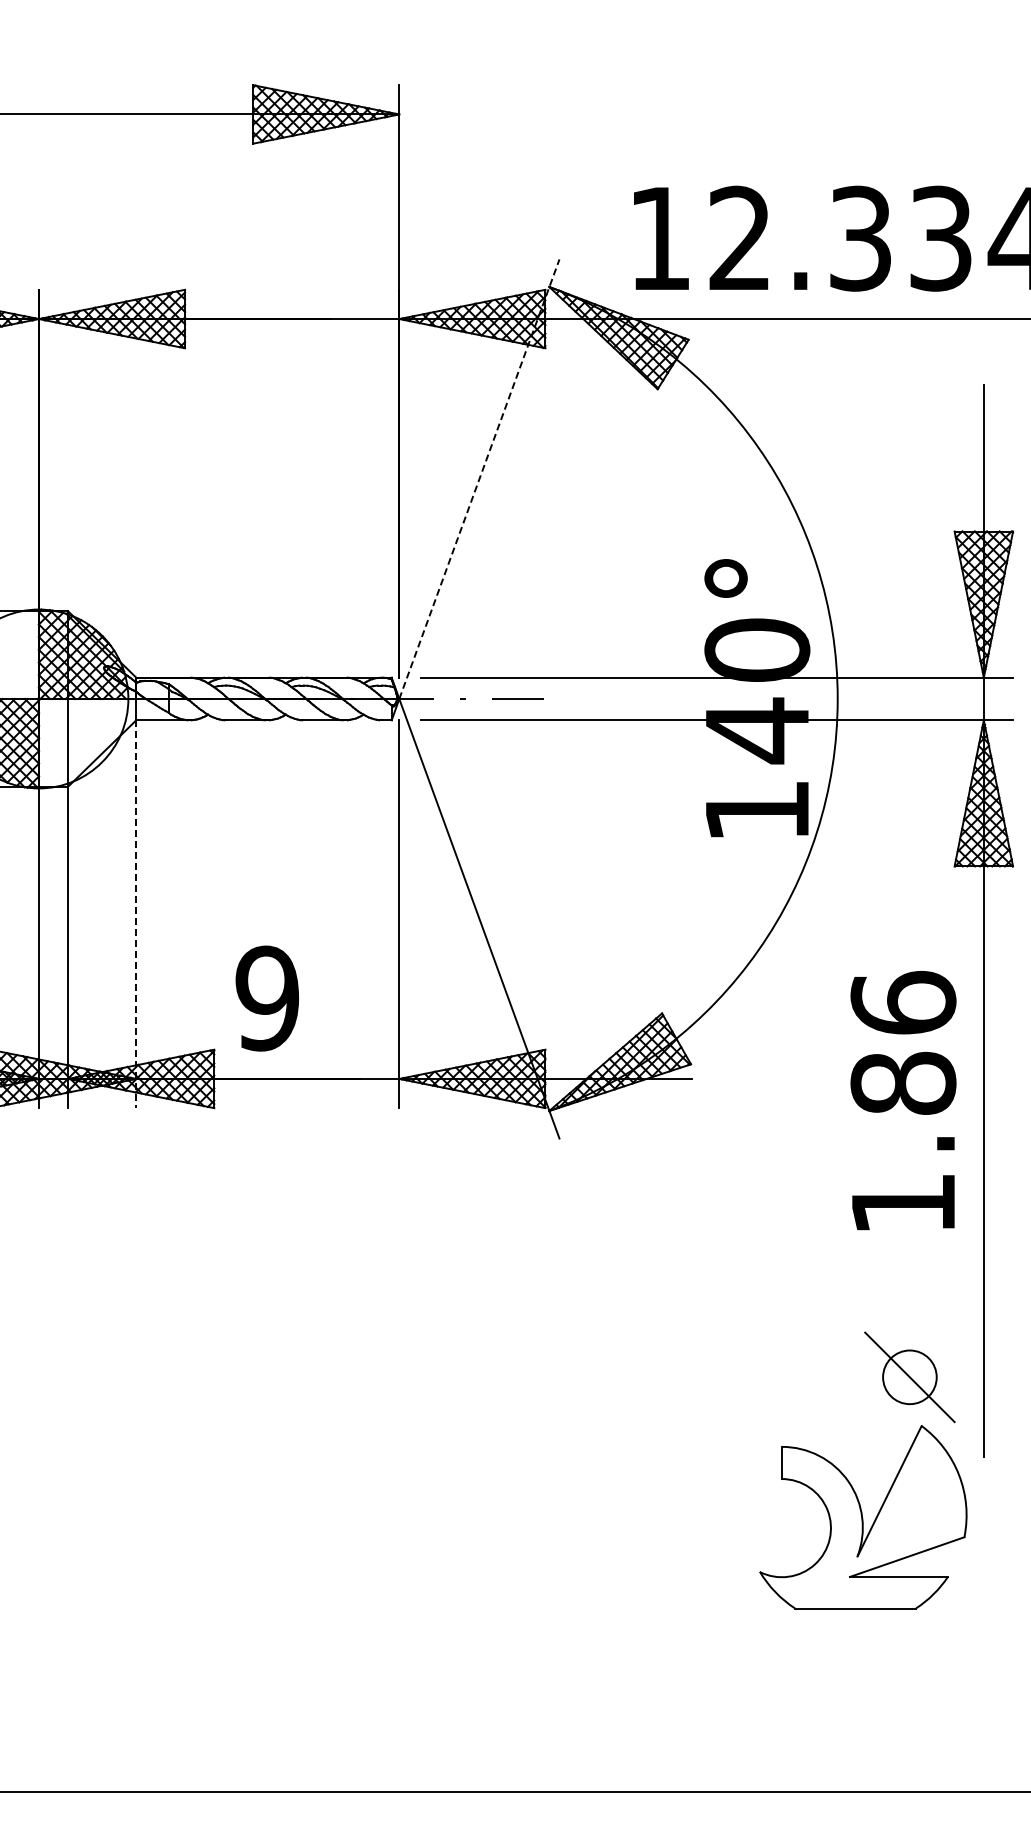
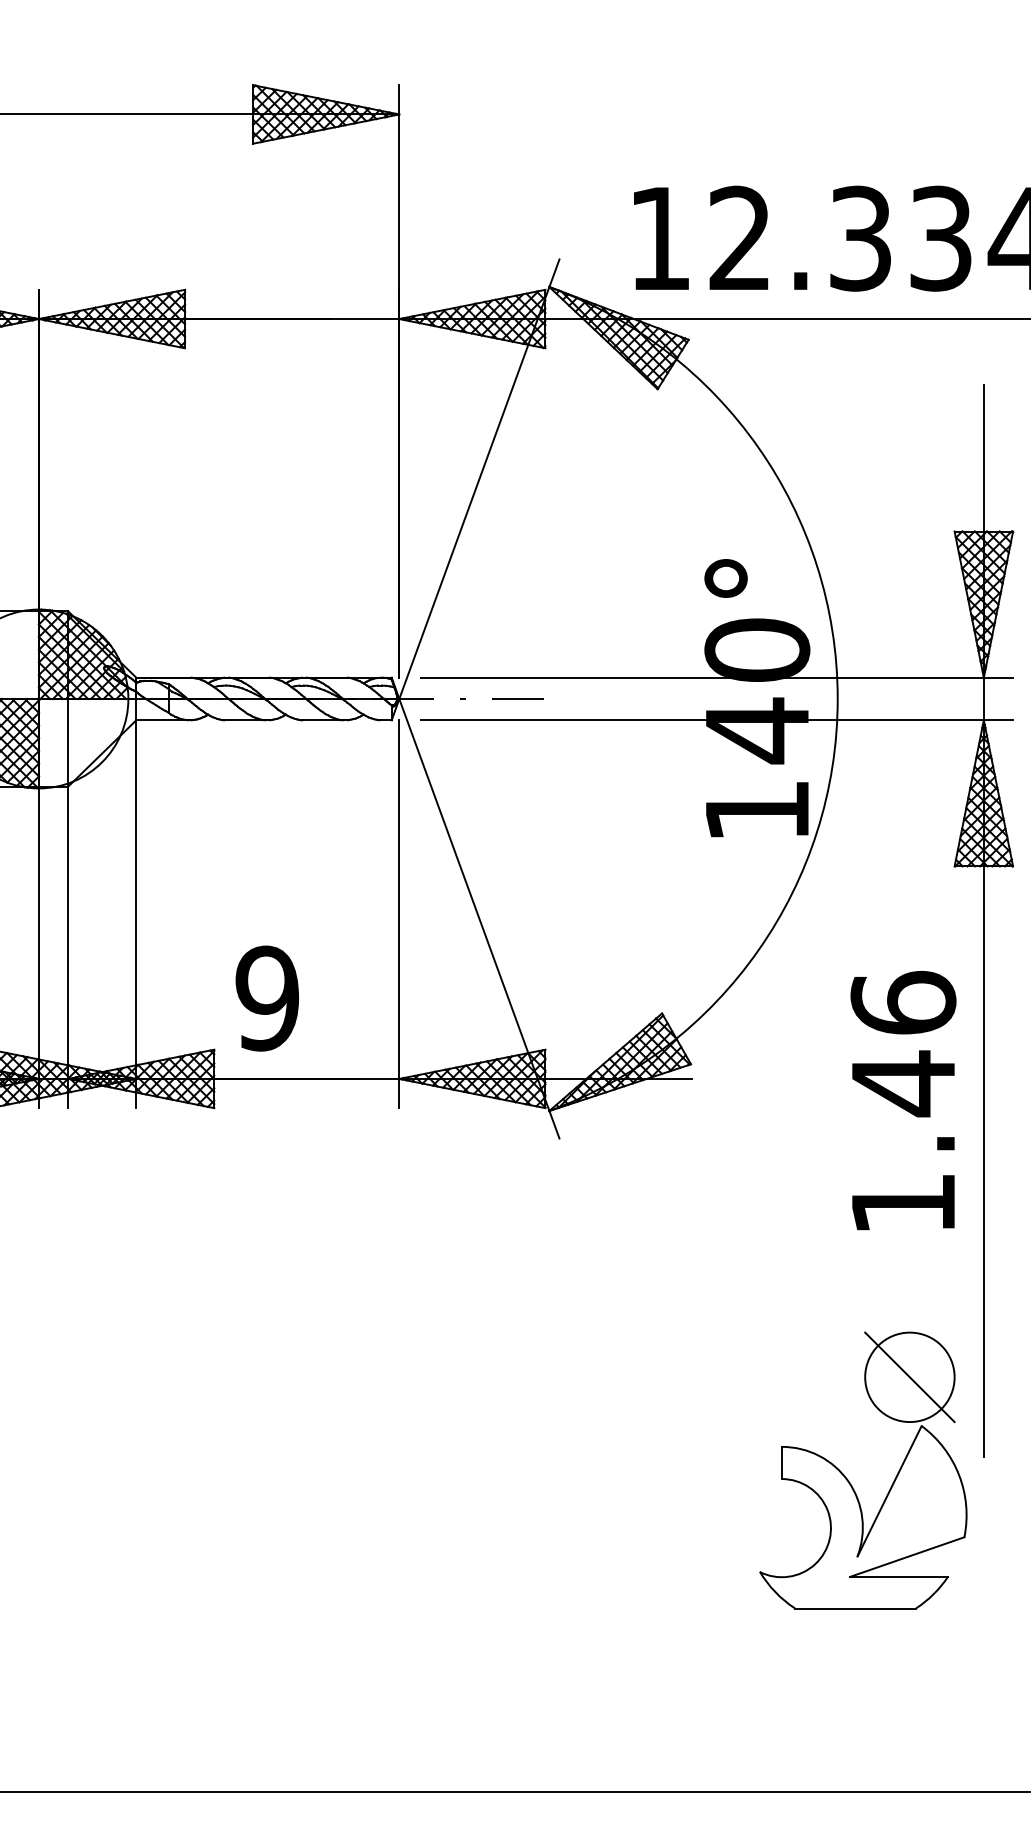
line at (479, 479): dashed -> solid
line at (136, 914): dashed -> solid
text at (903, 1083): 1.86 -> 1.46
circle at (909, 1377) diameter: 54 px -> 89 px
